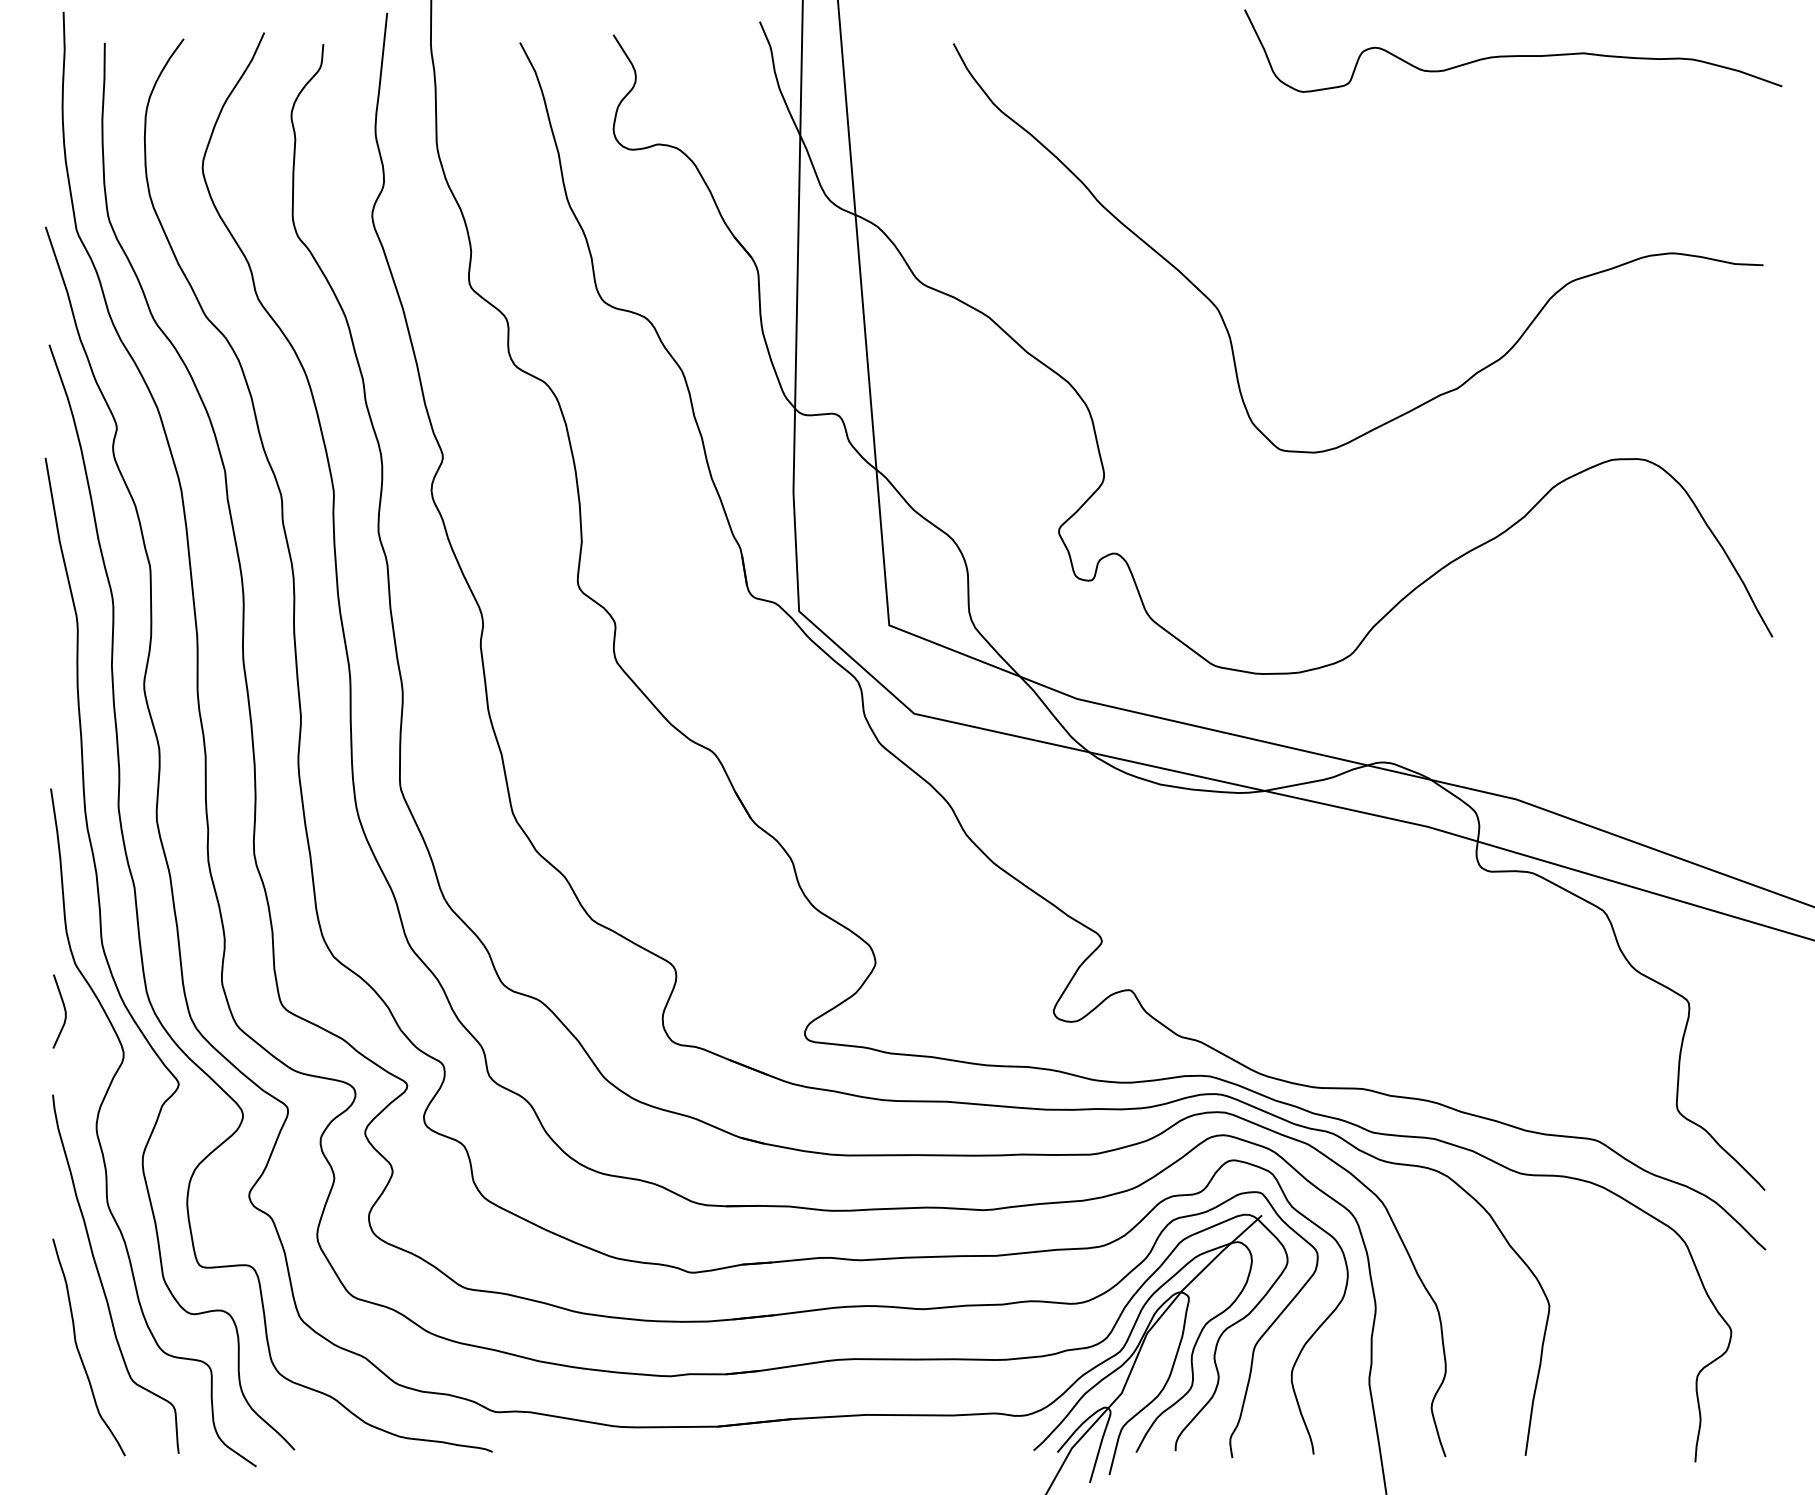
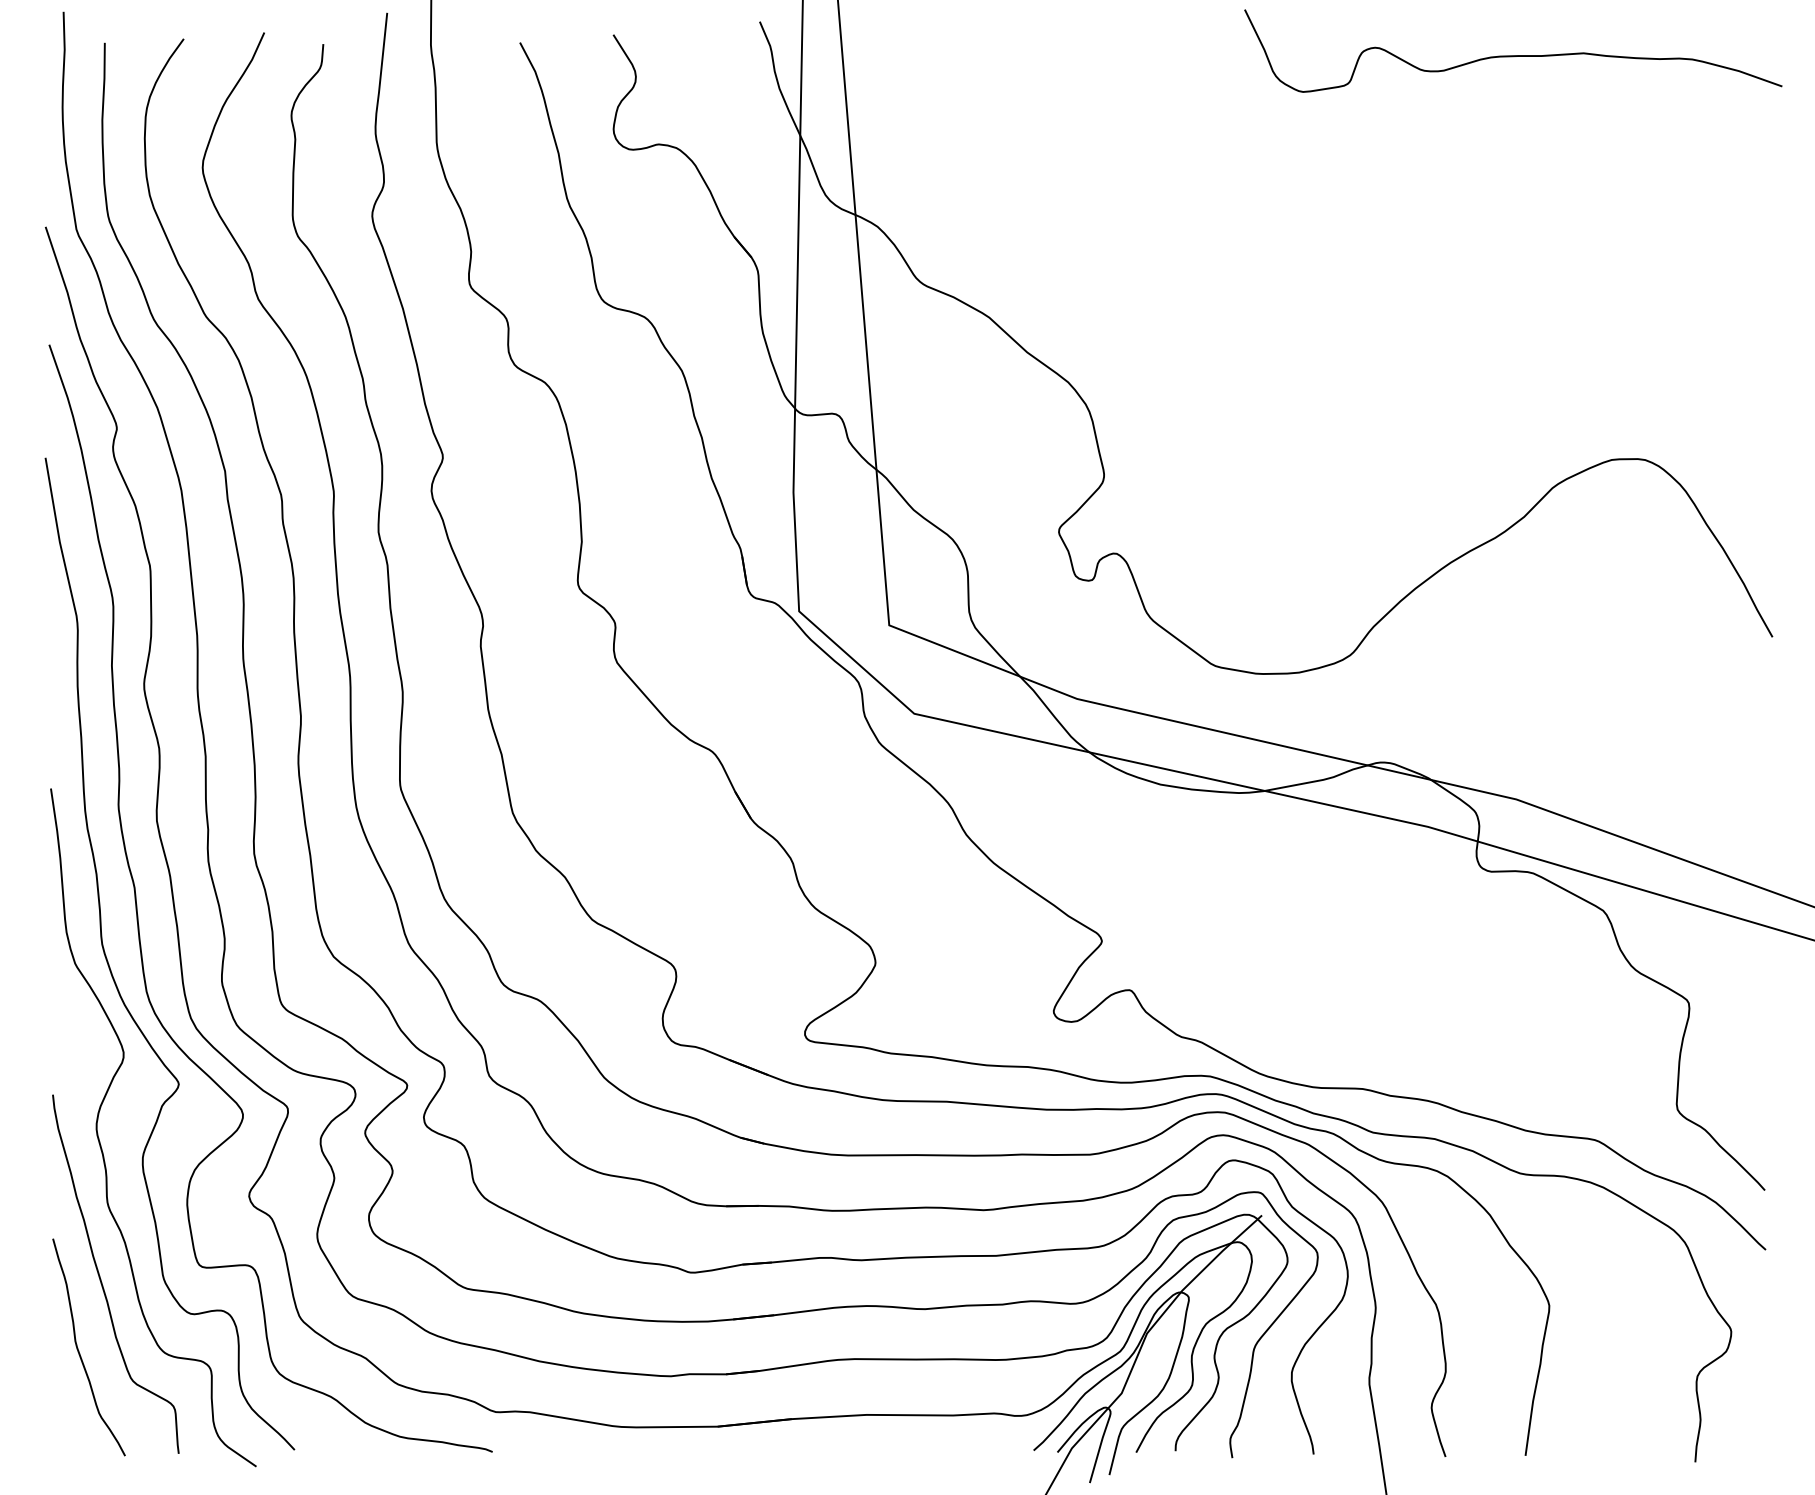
curve at (1222, 316): present -> none
curve at (64, 1011): present -> none
